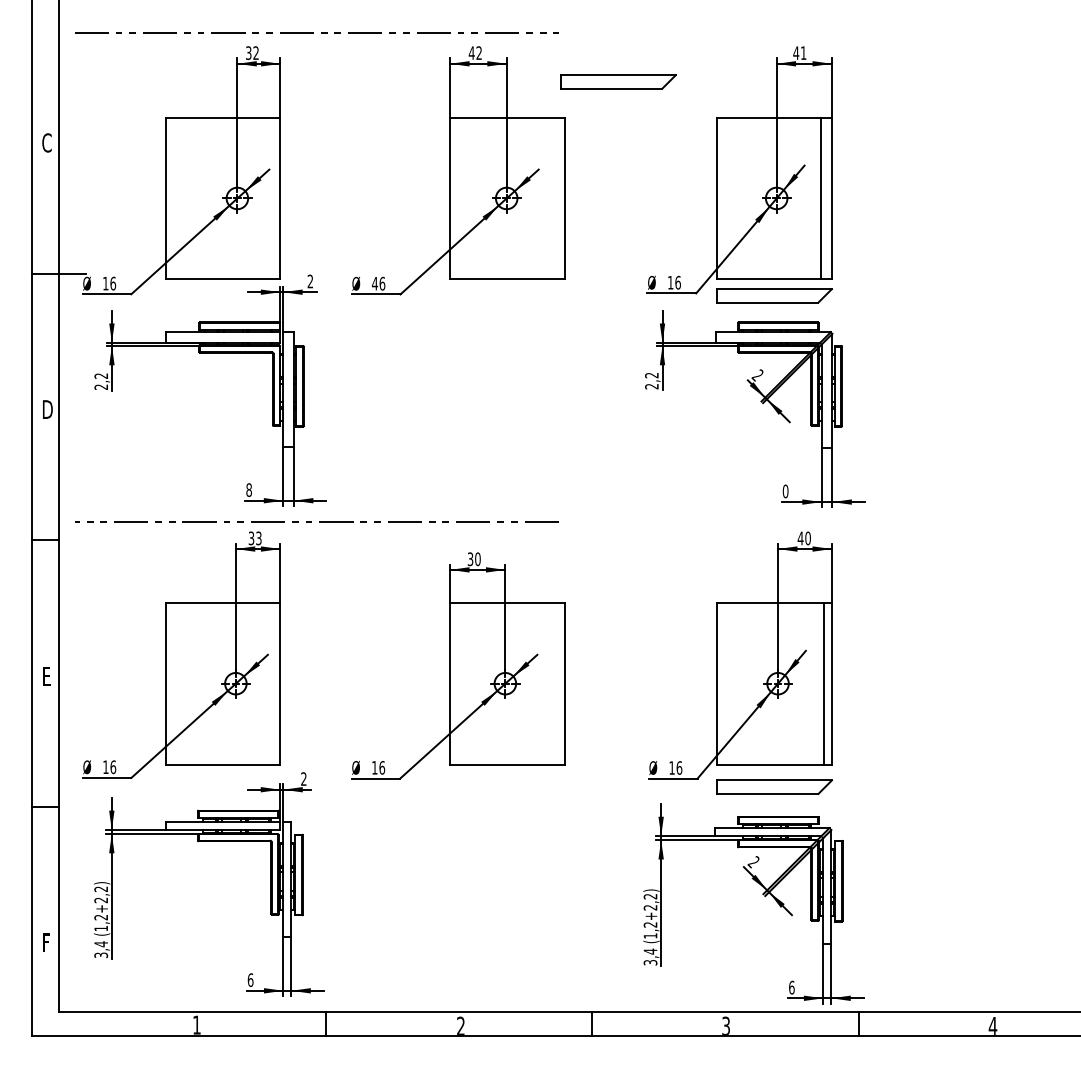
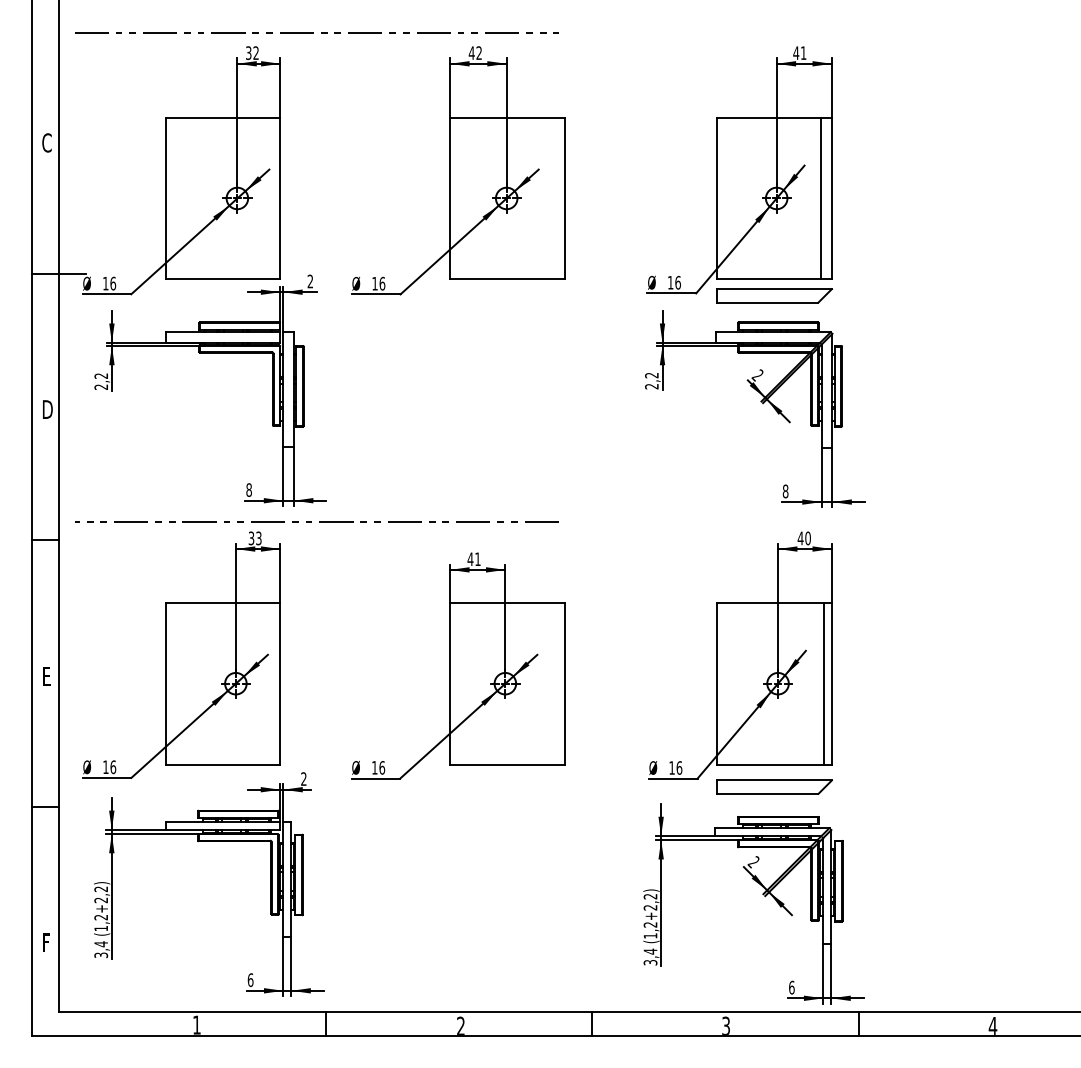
part at (618, 81): present -> none
text at (375, 283): 46 -> 16
text at (785, 491): 0 -> 8
text at (473, 559): 30 -> 41
